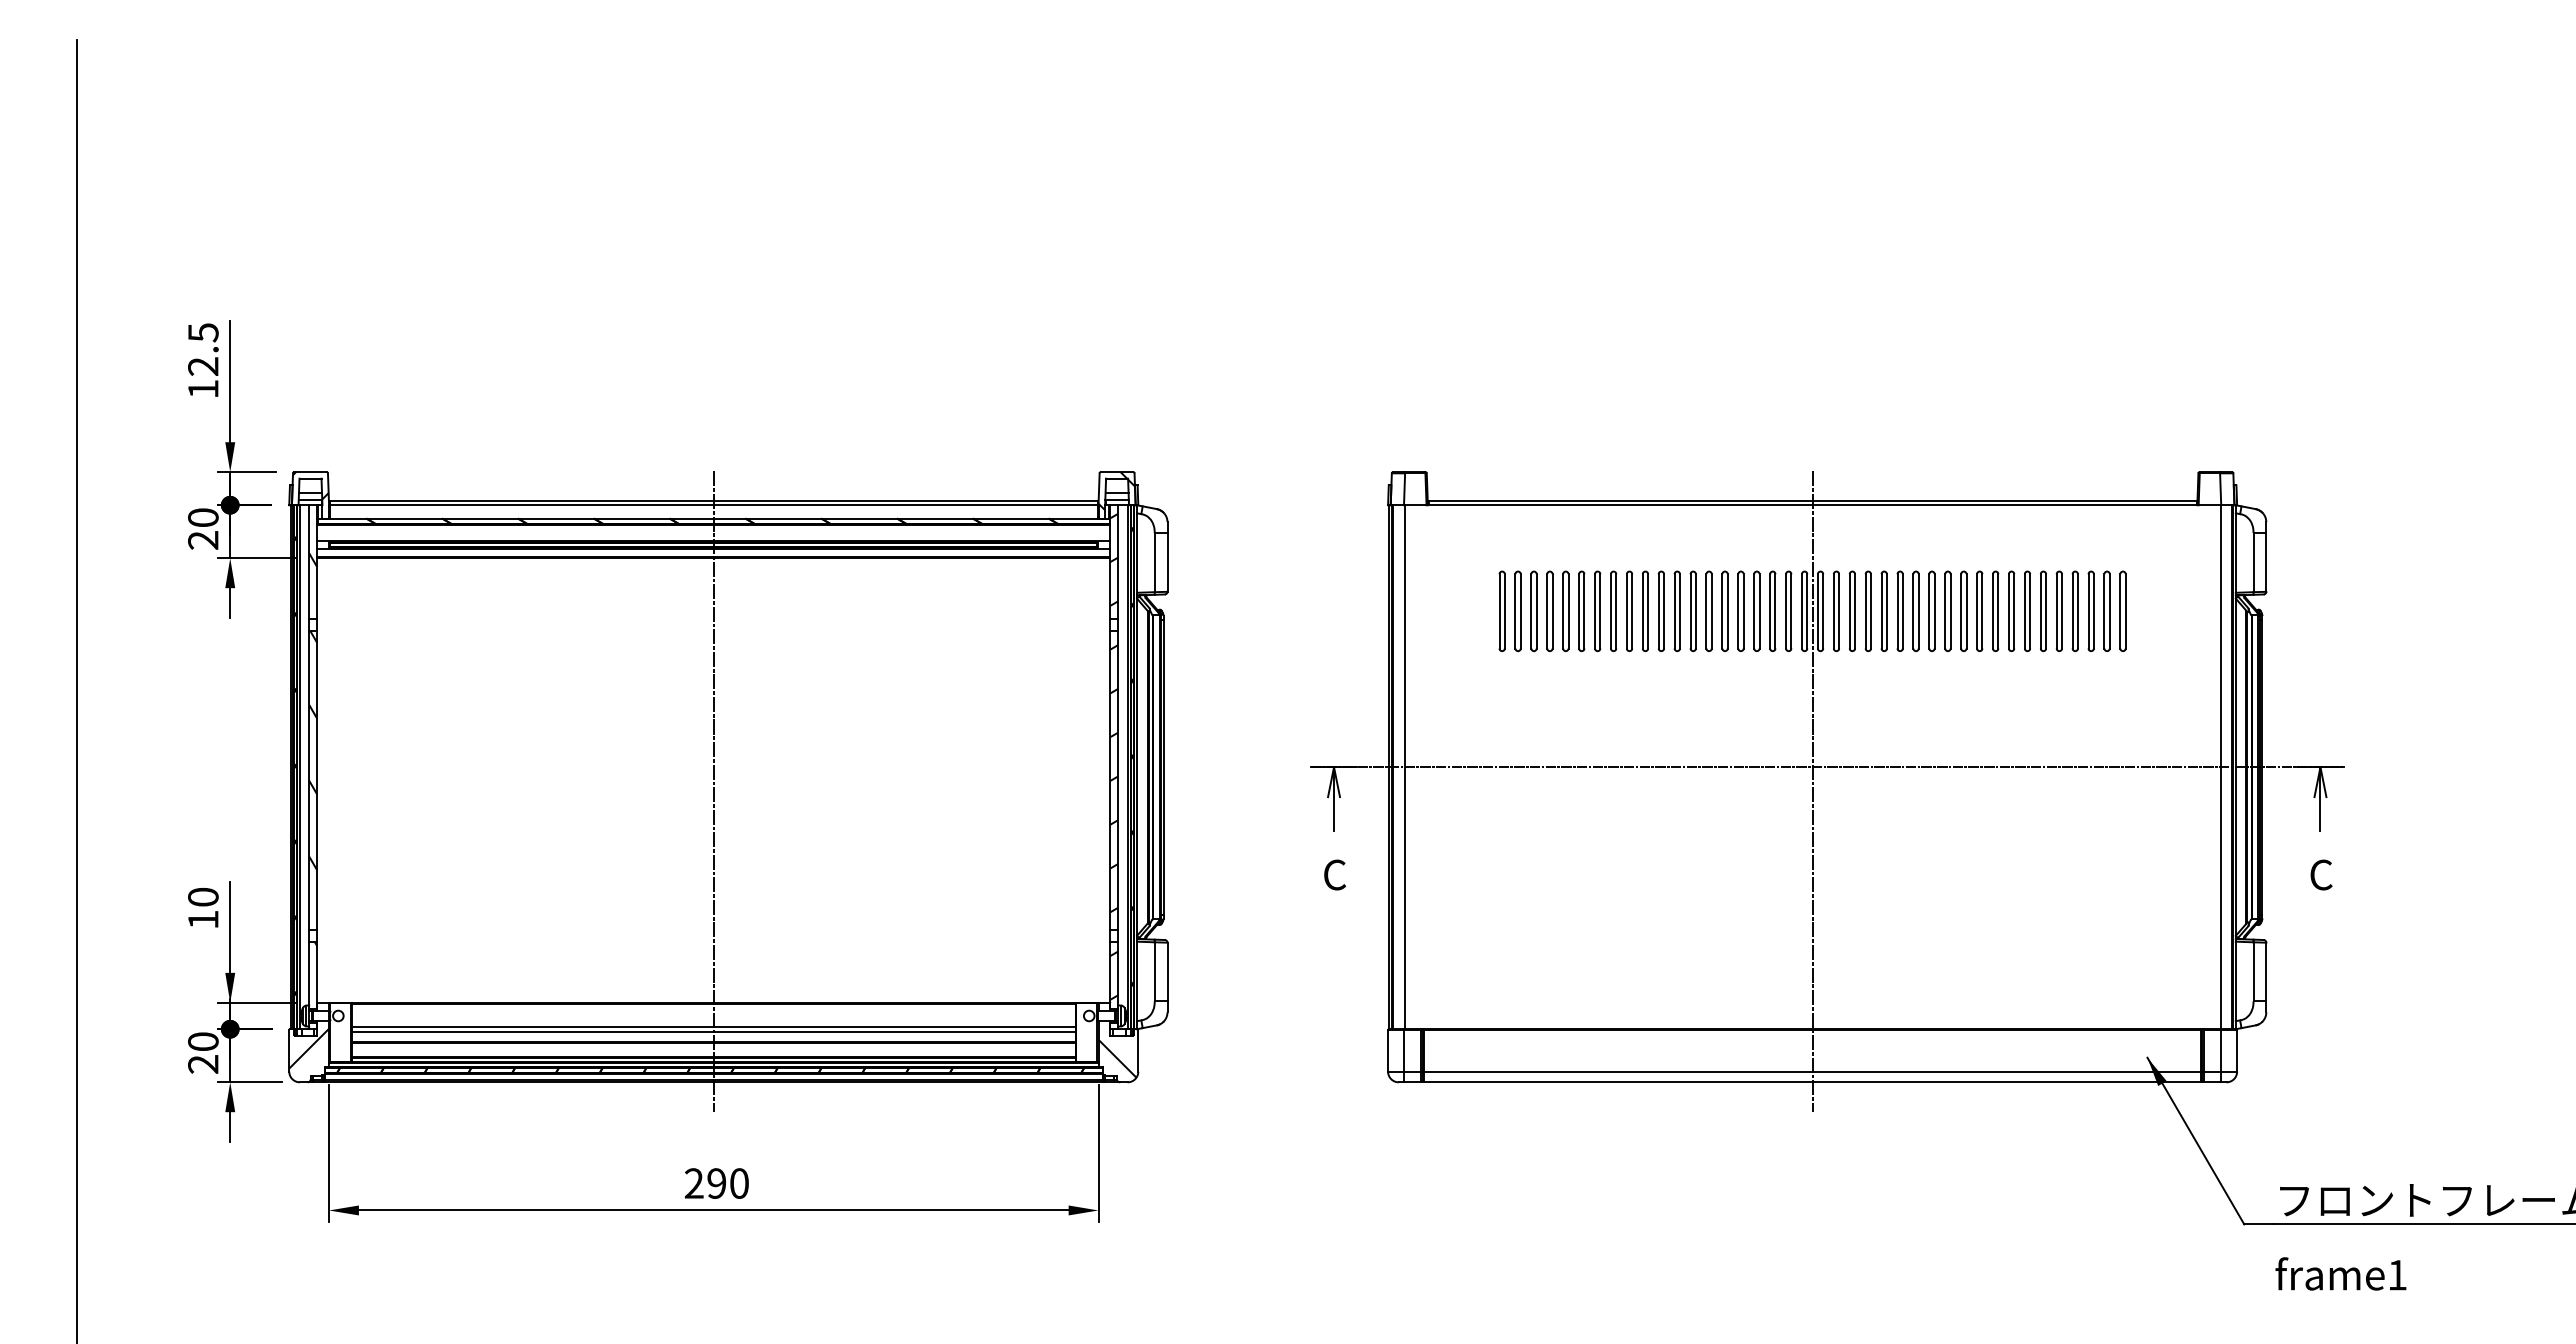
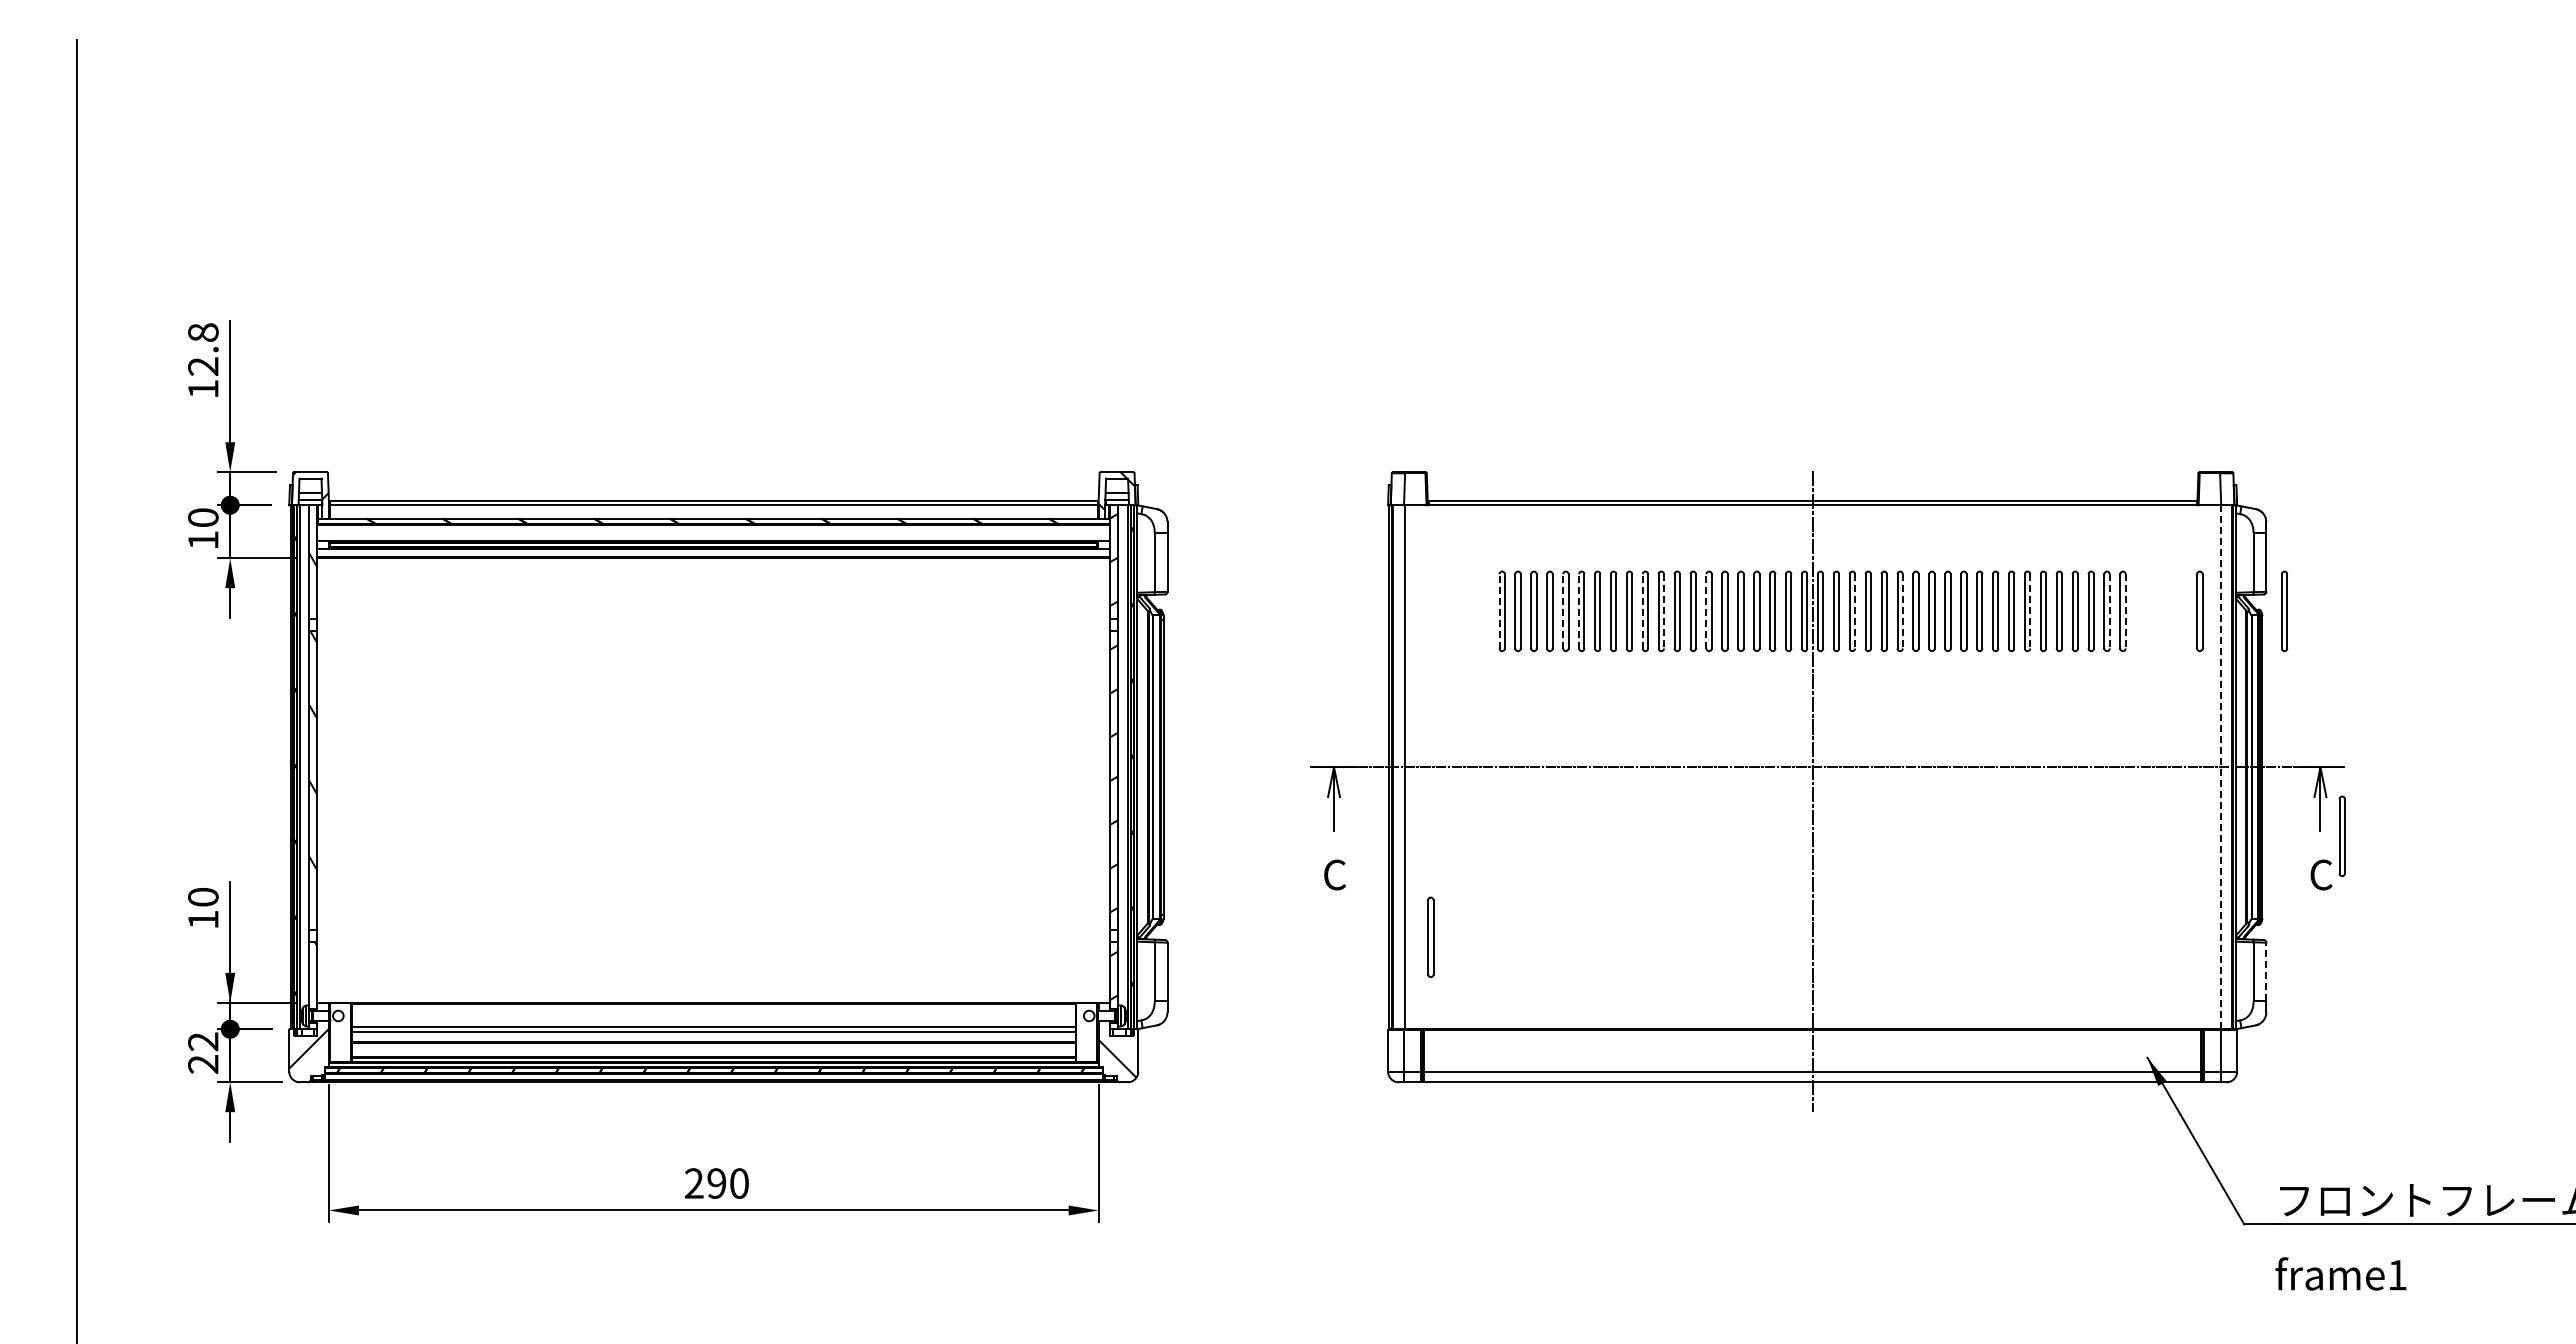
text at (203, 332): 12.5 -> 12.8
text at (203, 540): 20 -> 10
line at (1499, 610): solid -> dashed
line at (1563, 610): solid -> dashed
line at (1579, 610): solid -> dashed
line at (1642, 610): solid -> dashed
line at (1706, 610): solid -> dashed
part at (2199, 610): none -> present
part at (2284, 610): none -> present
line at (1664, 611): solid -> dashed
line at (1855, 611): solid -> dashed
line at (1902, 611): solid -> dashed
line at (2030, 611): solid -> dashed
line at (2109, 611): solid -> dashed
line at (2125, 611): solid -> dashed
line at (2220, 766): solid -> dashed
line at (713, 791): present -> none
part at (2341, 835): none -> present
part at (1430, 936): none -> present
line at (2266, 971): solid -> dashed
text at (203, 1041): 20 -> 22
